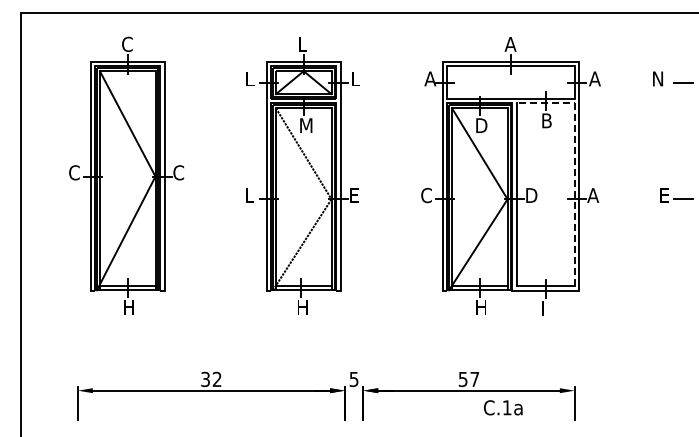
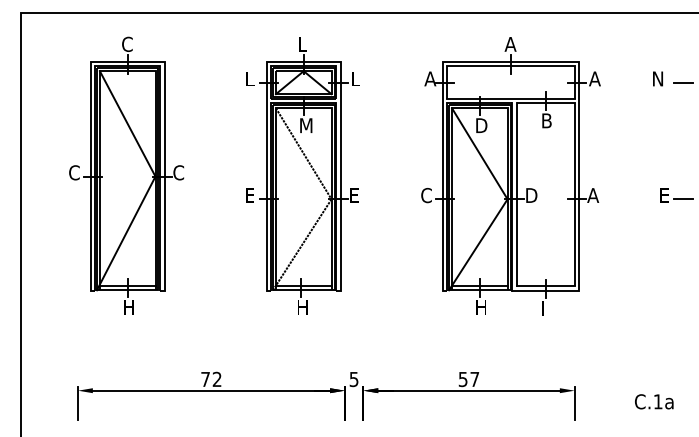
line at (574, 164): dashed -> solid
text at (250, 191): L -> E
text at (205, 379): 32 -> 72
text at (503, 407) position: (503, 407) -> (654, 401)
